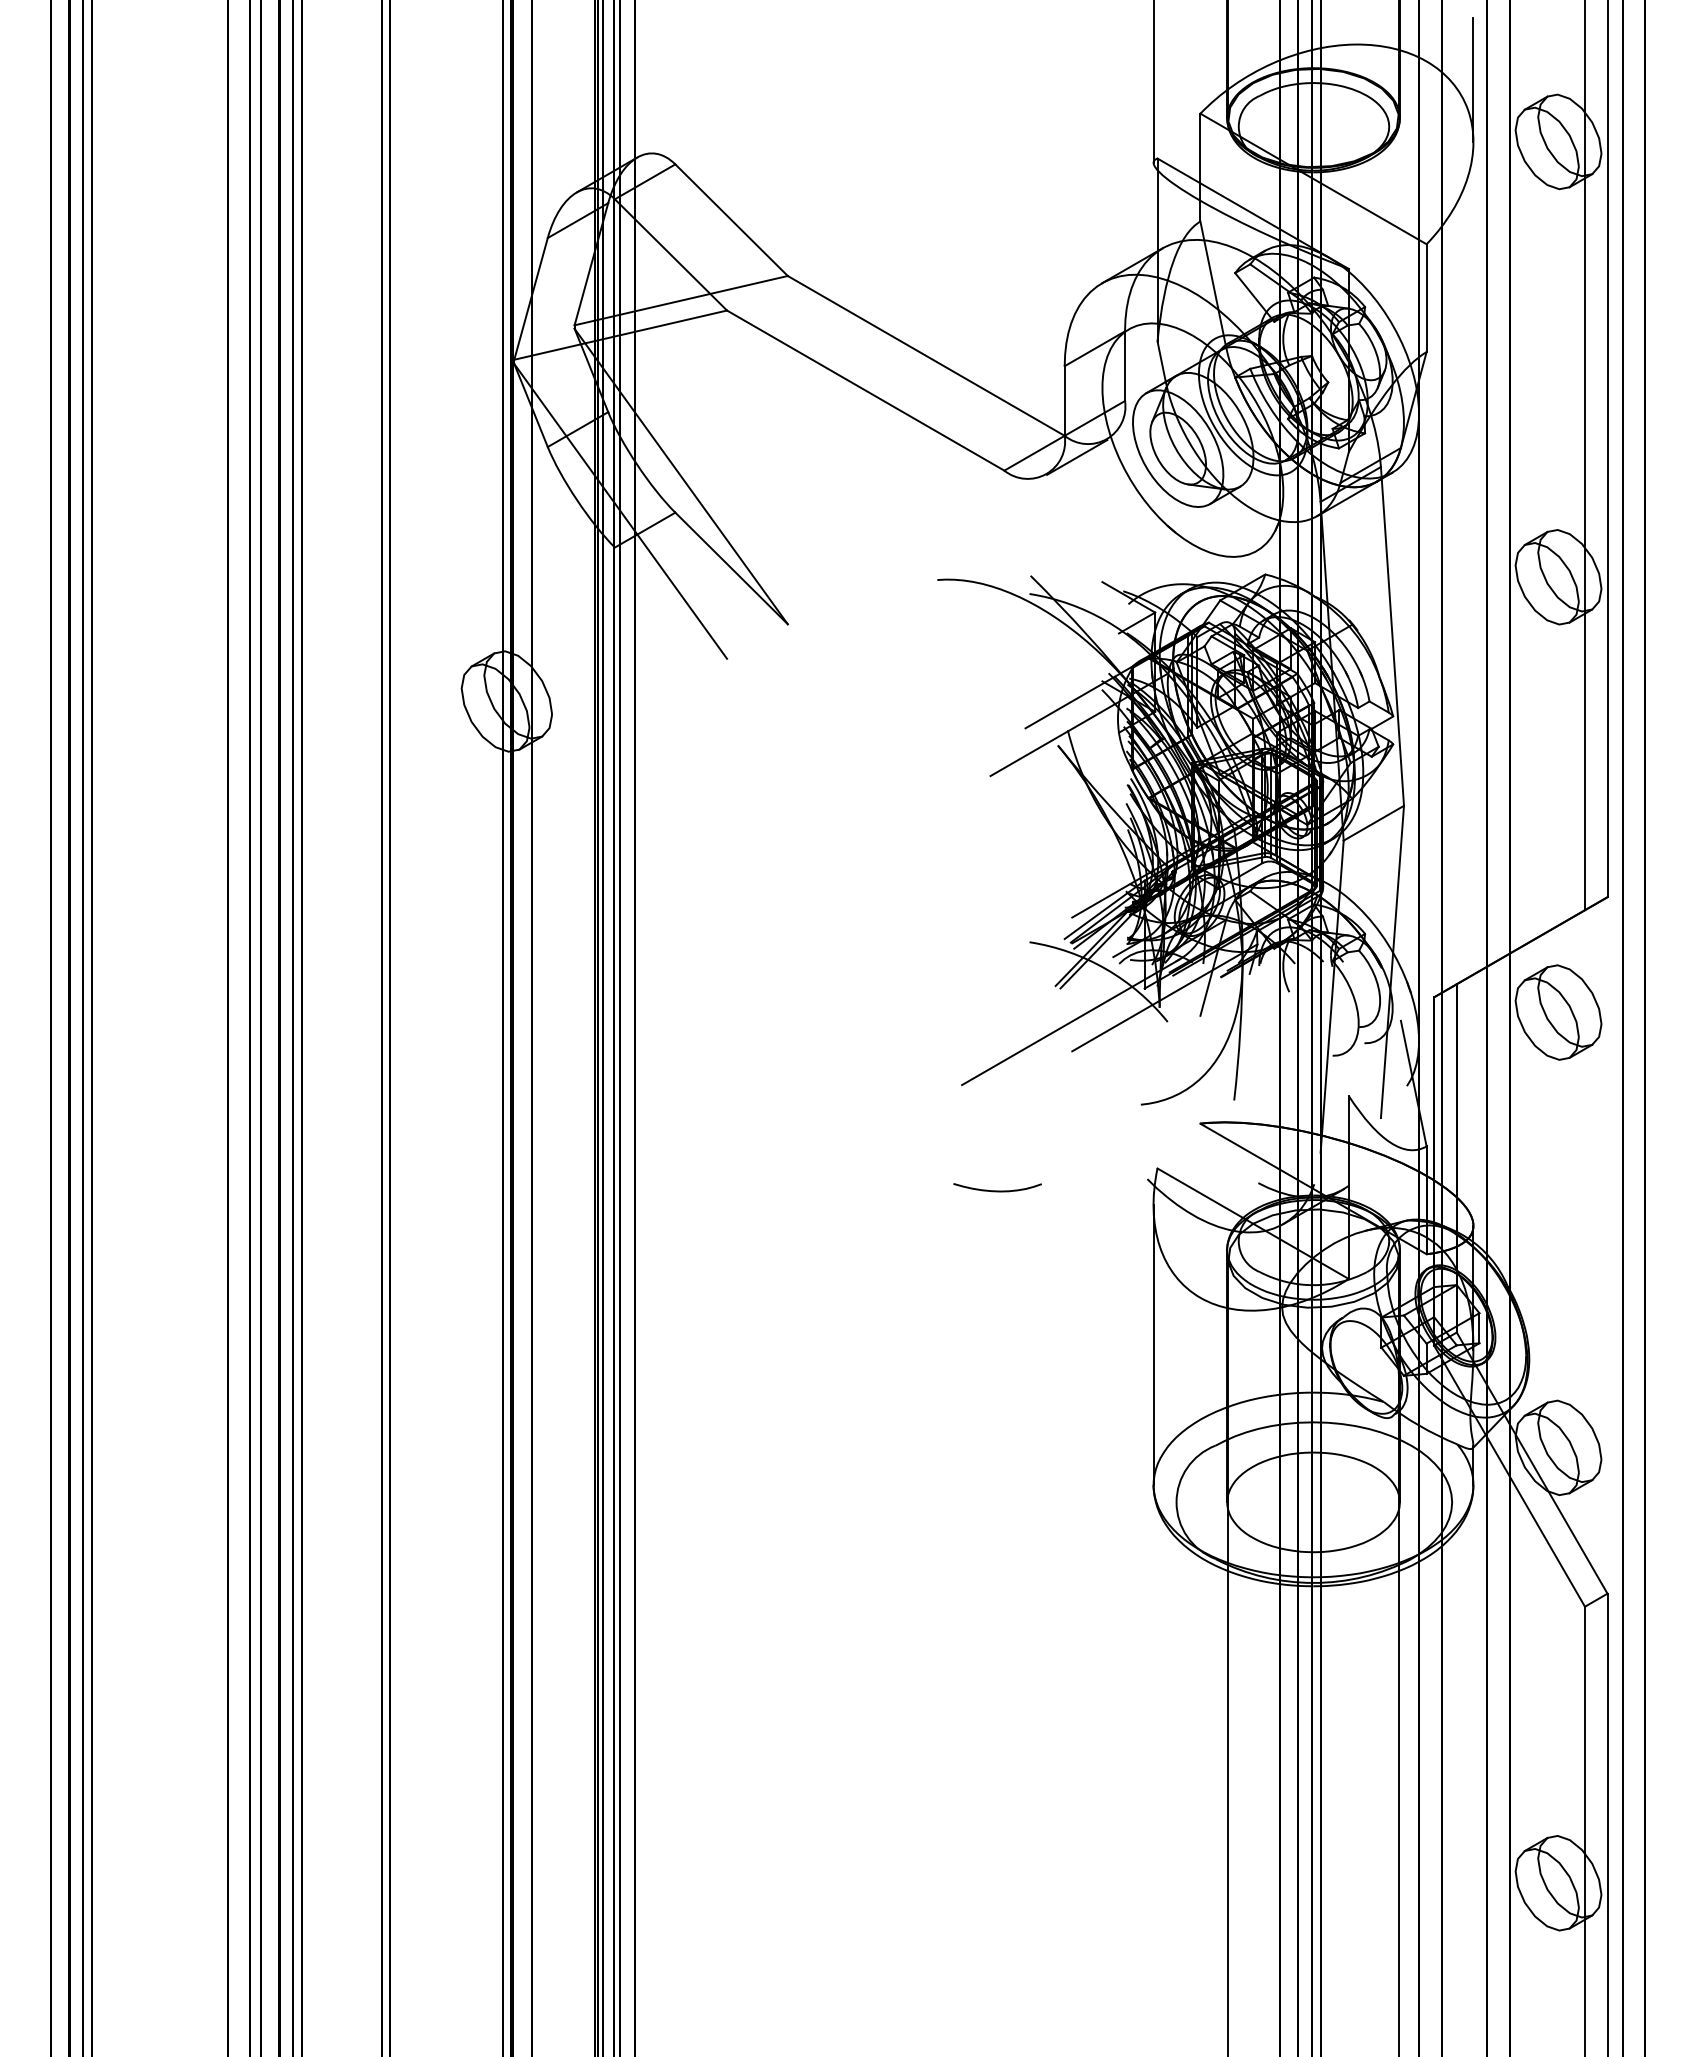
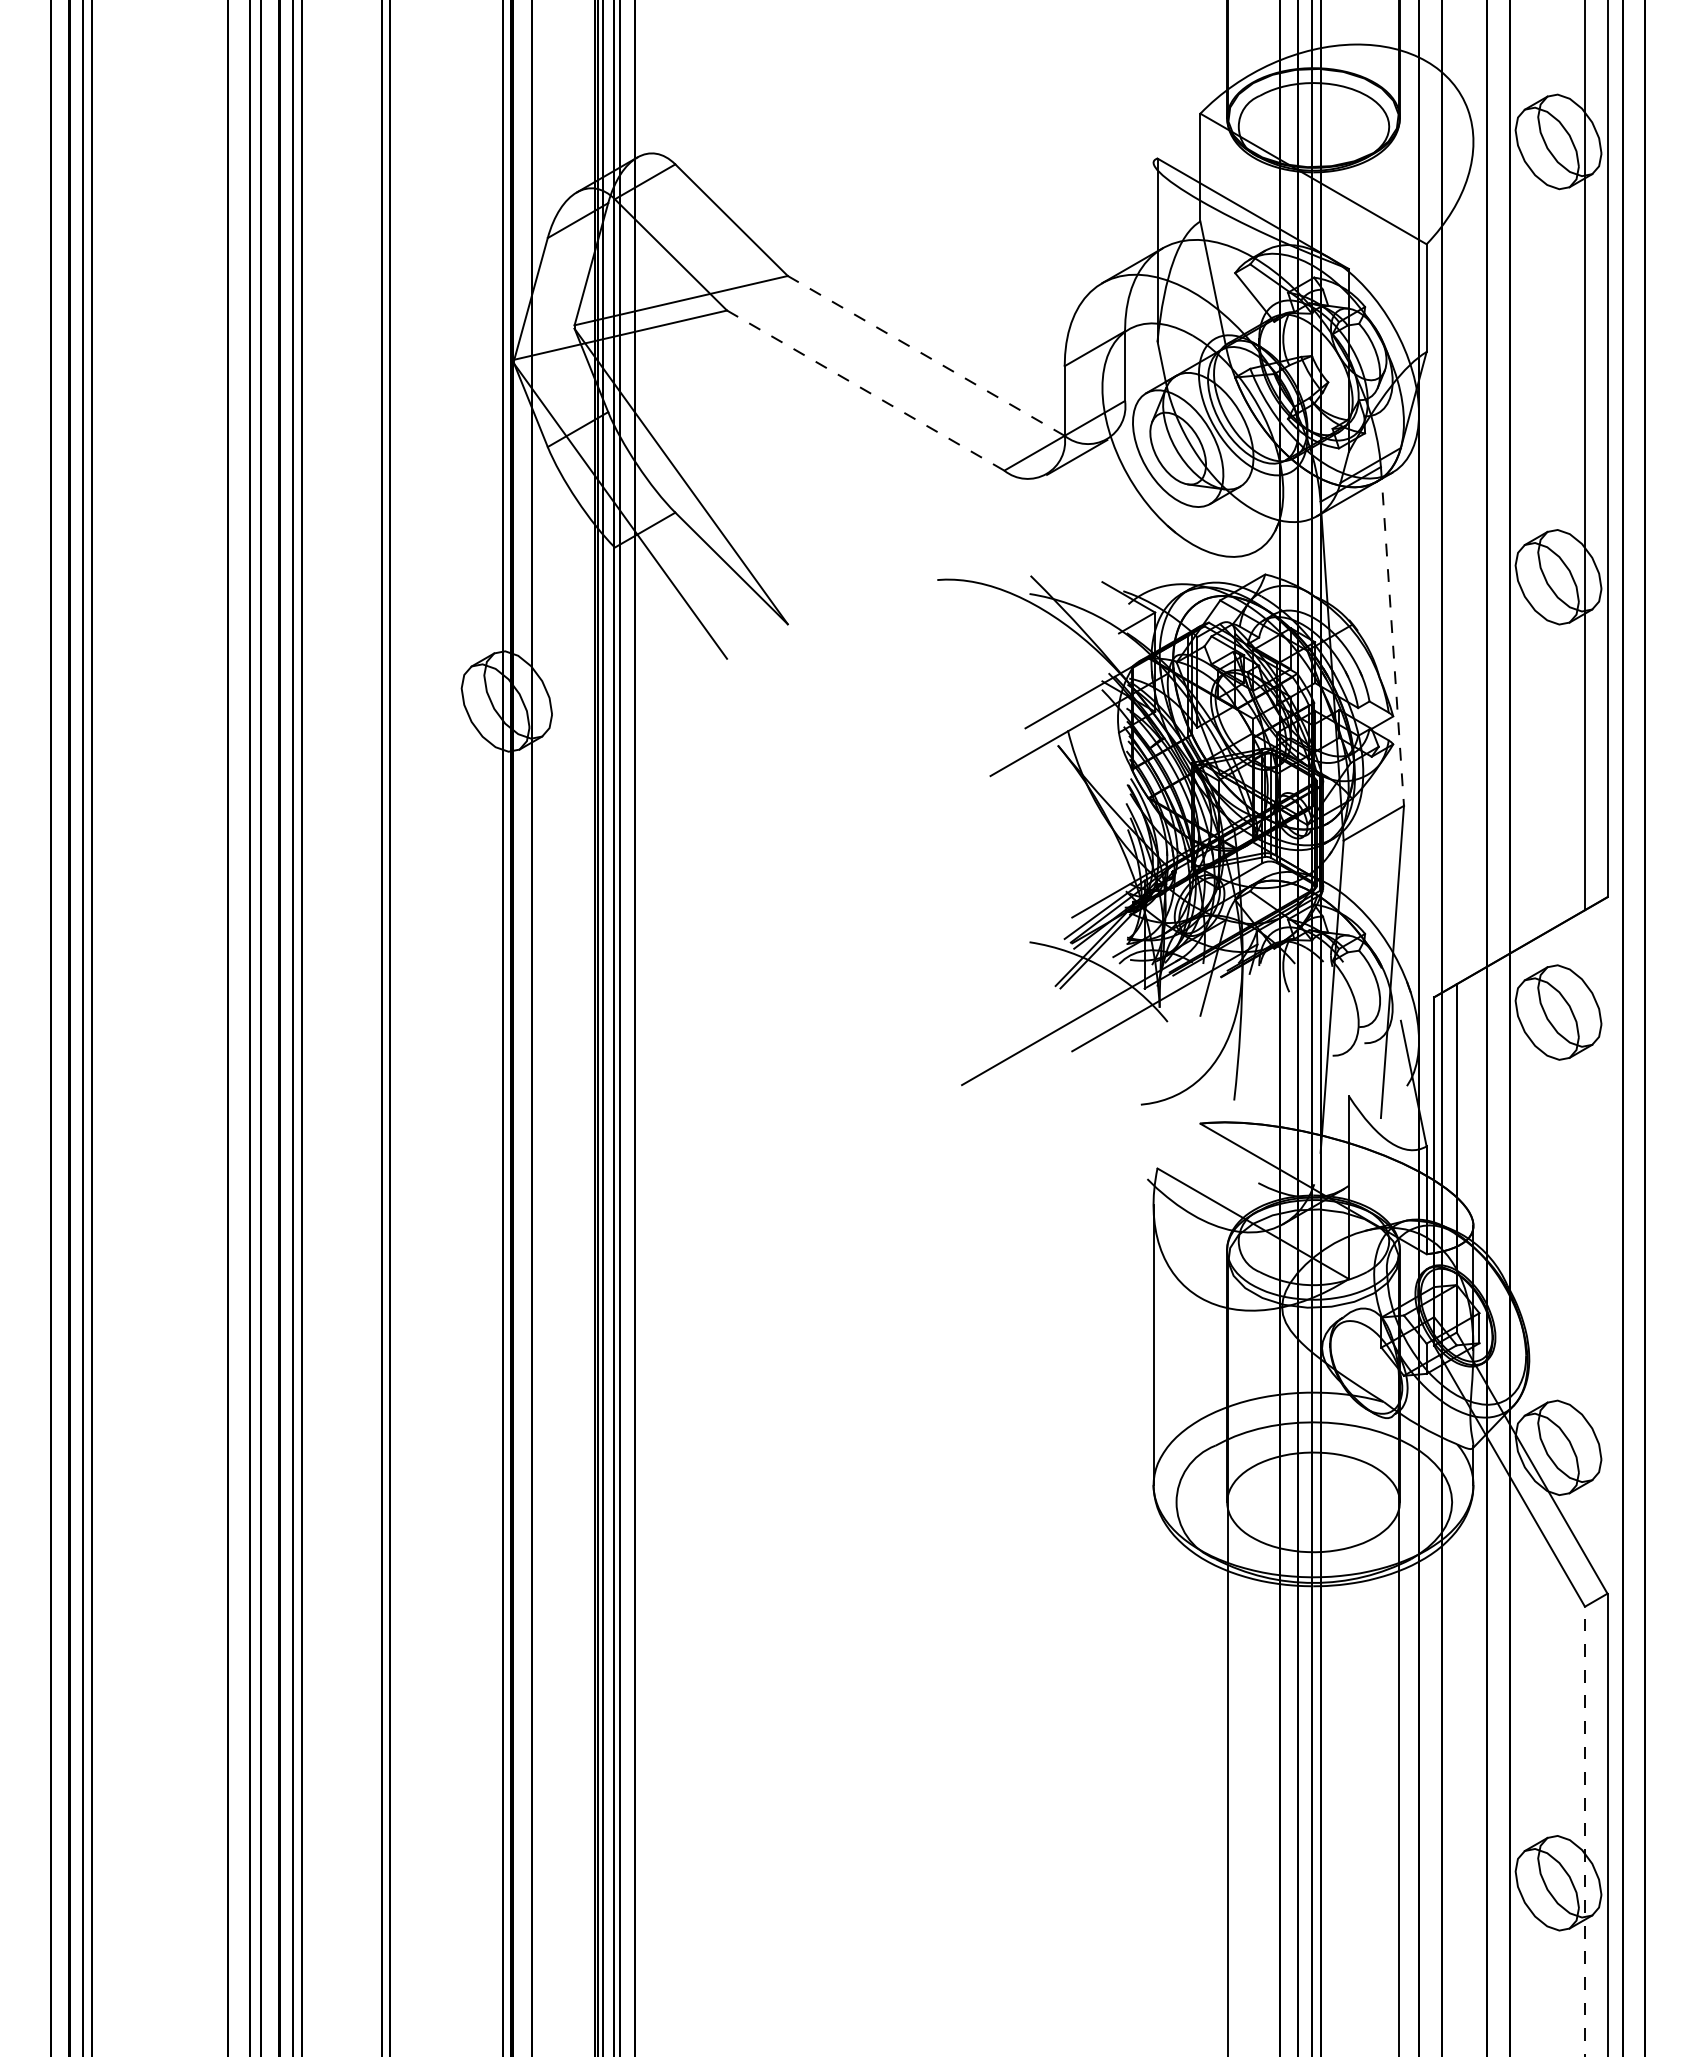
line at (1473, 79): present -> none
line at (1153, 82): present -> none
line at (926, 355): solid -> dashed
line at (866, 390): solid -> dashed
line at (1392, 636): solid -> dashed
curve at (997, 1190): present -> none
line at (1584, 1831): solid -> dashed
